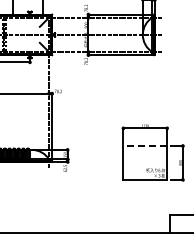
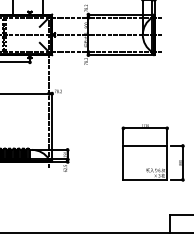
line at (145, 145): dashed -> solid
